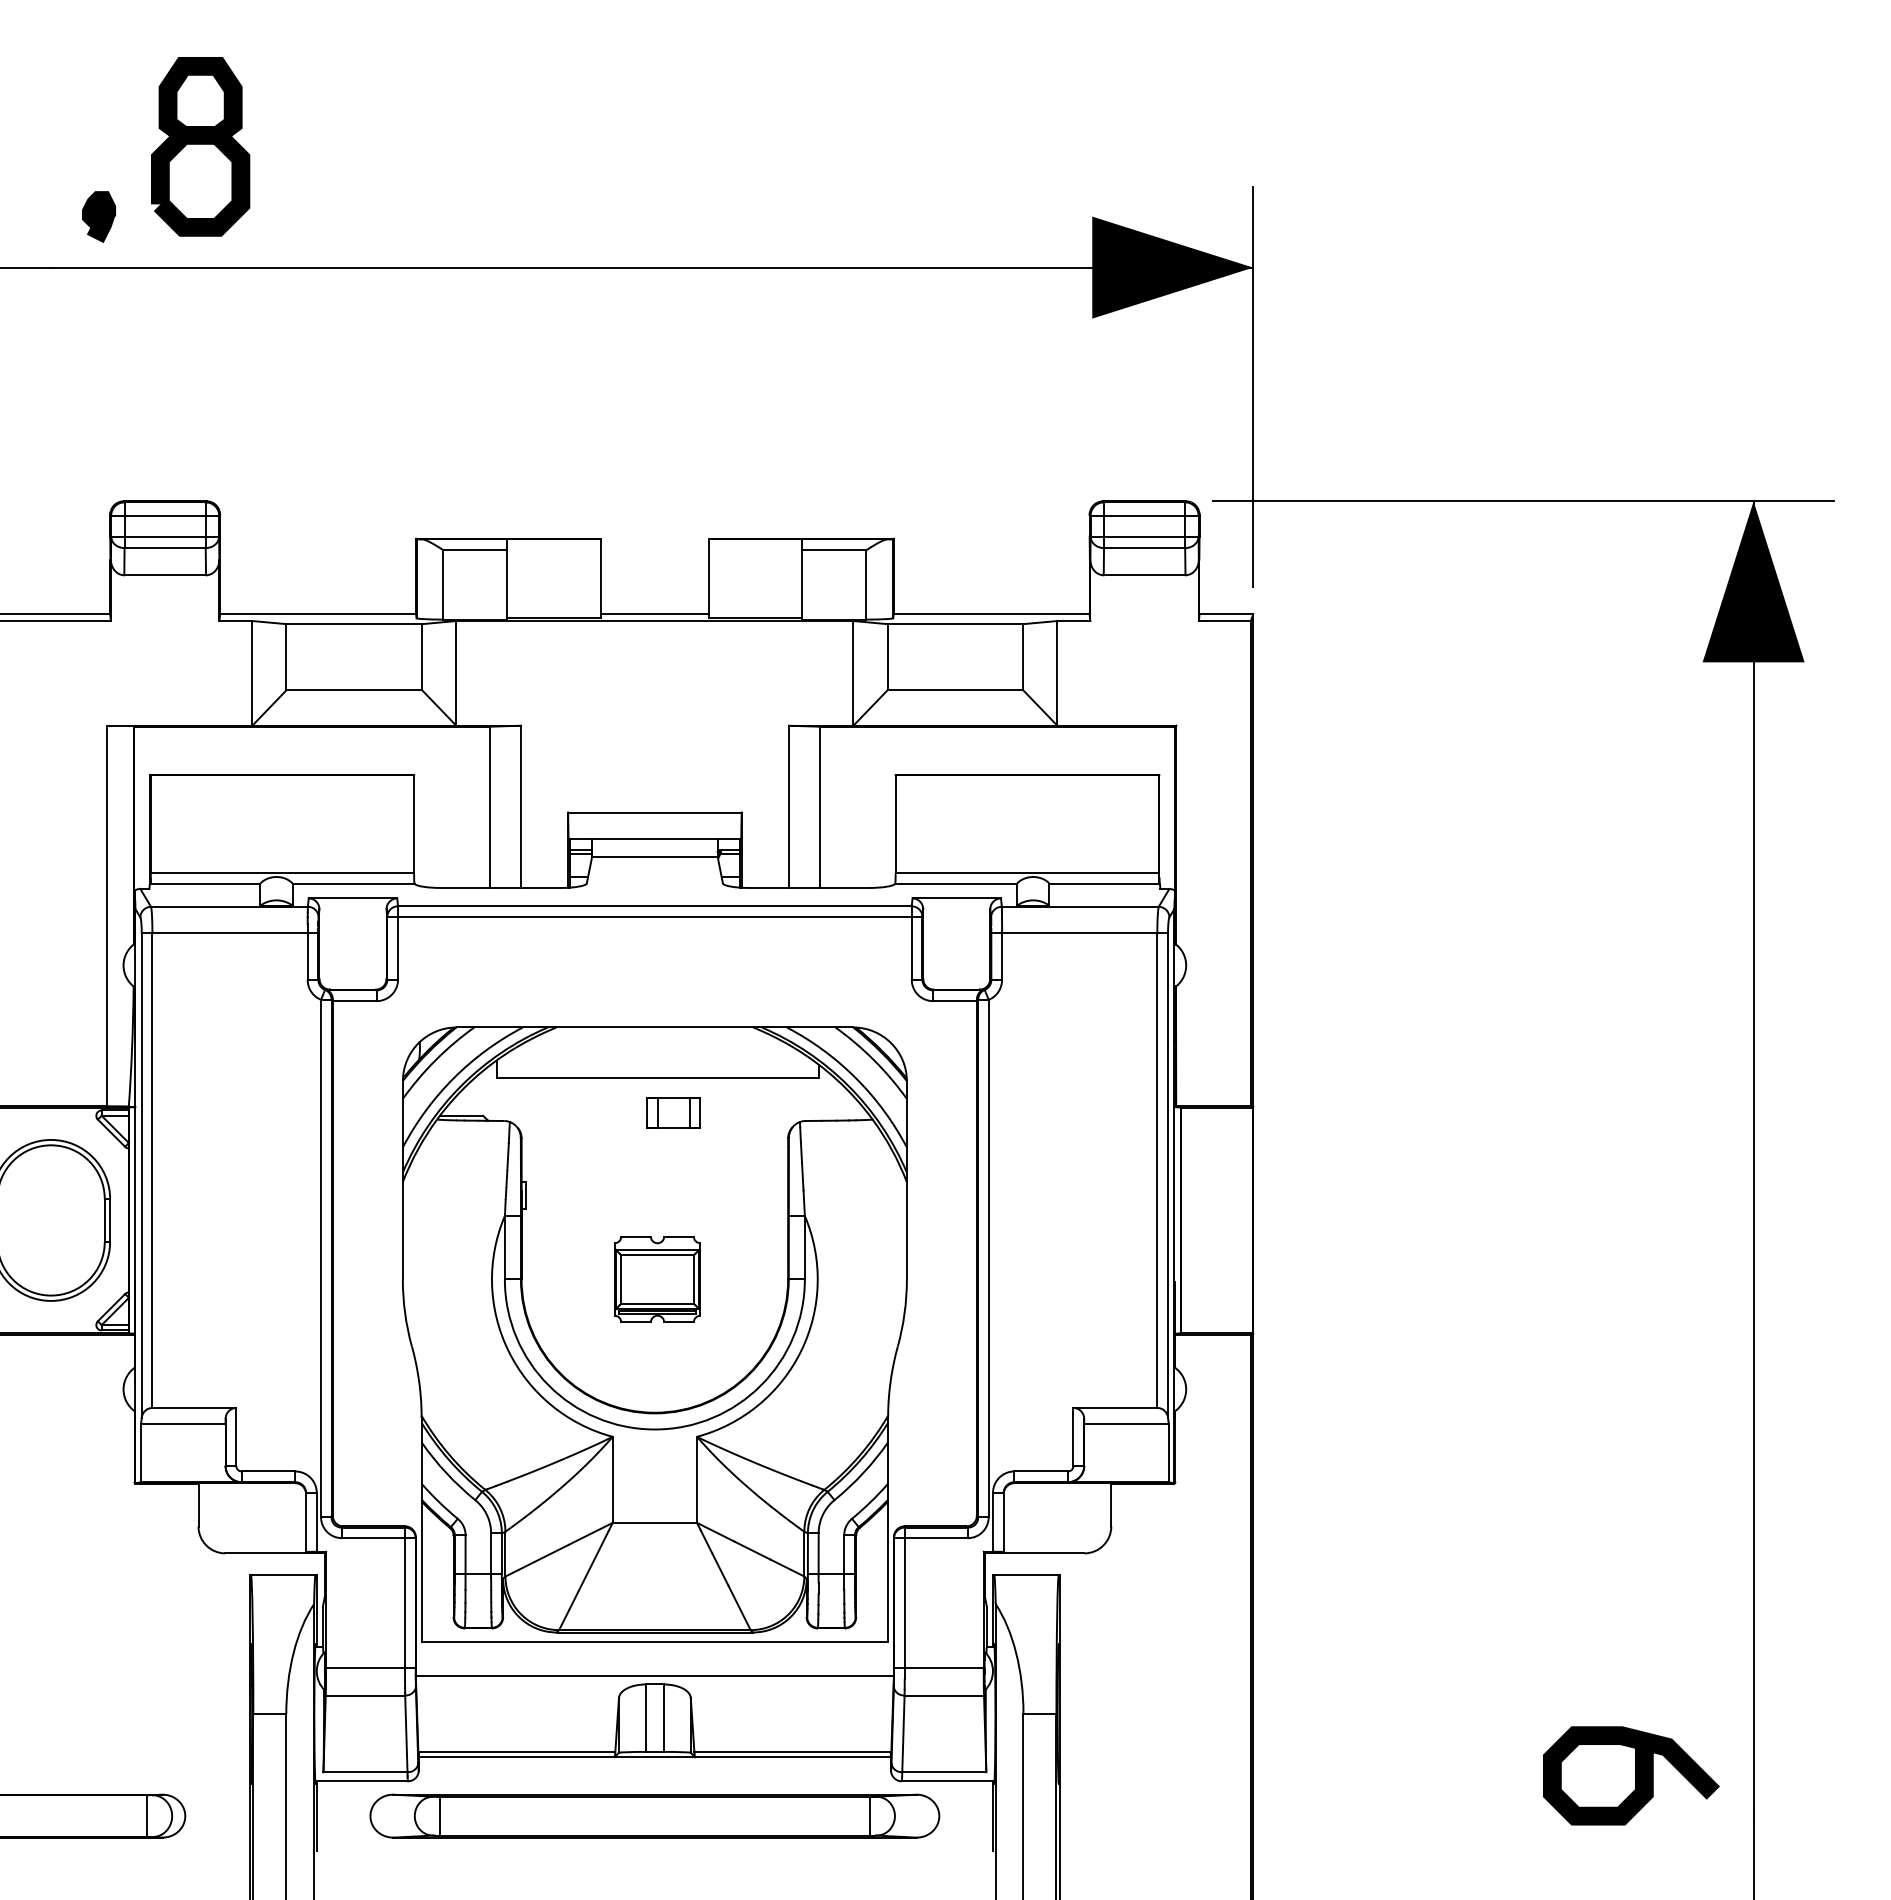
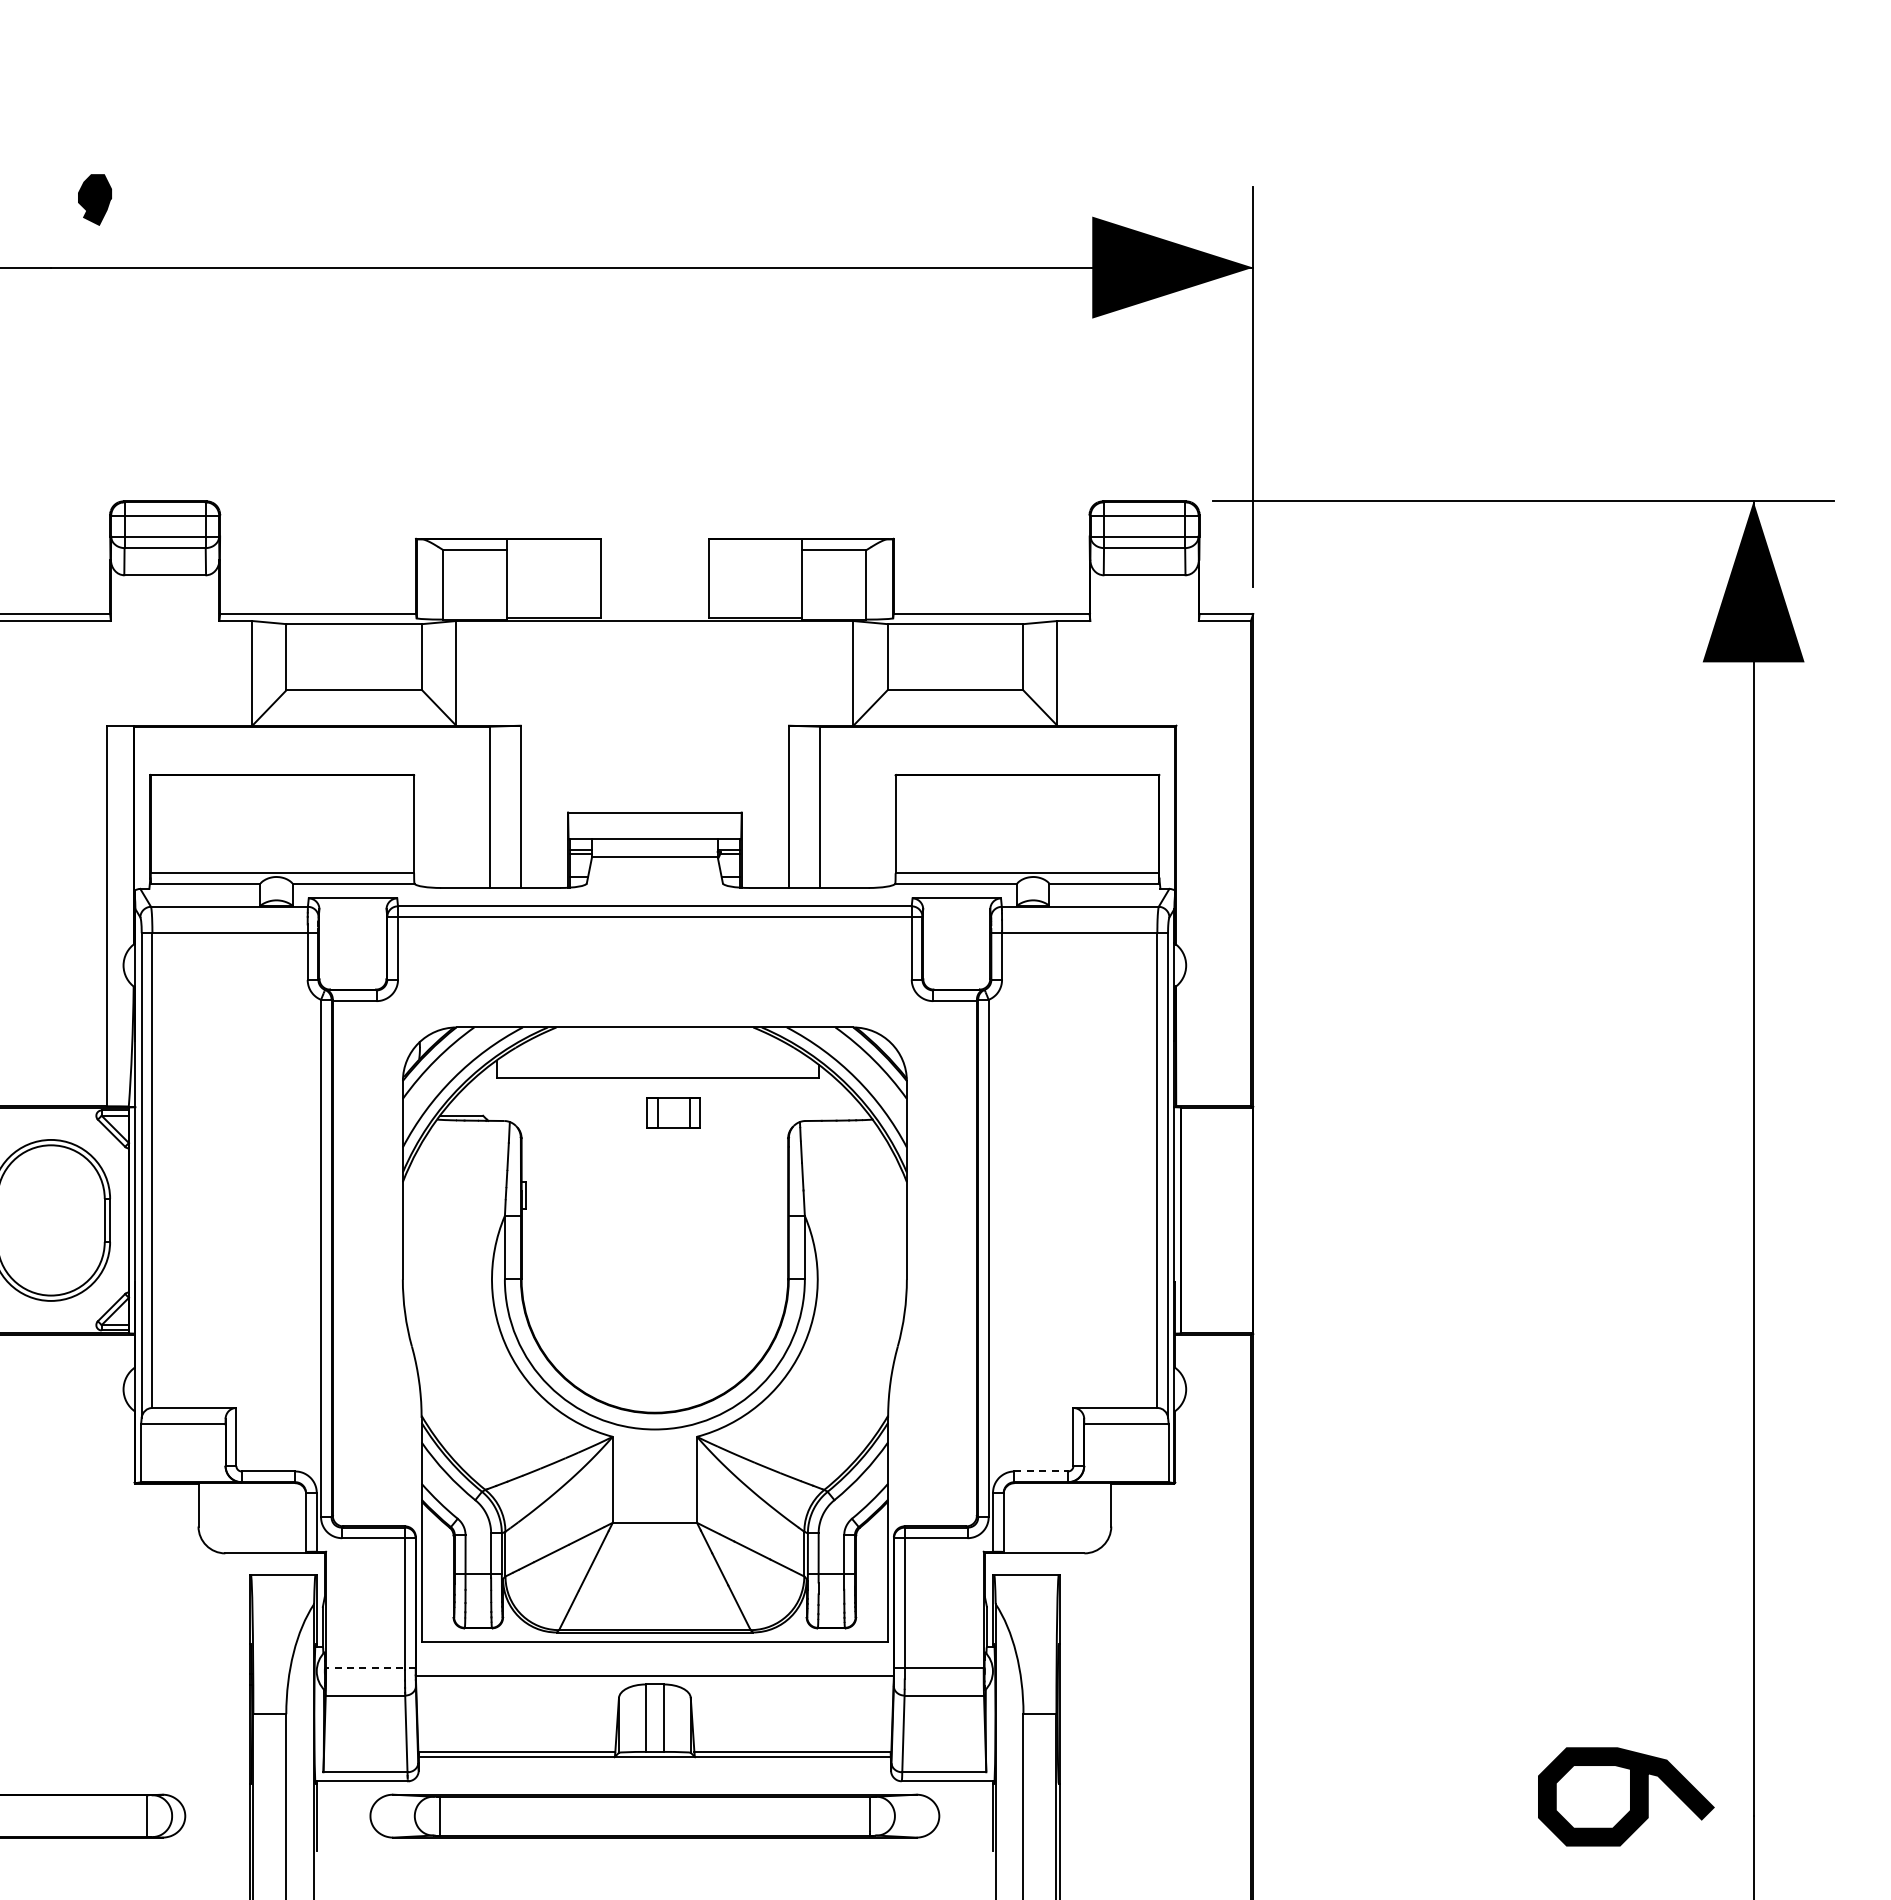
part at (200, 146): present -> none
part at (98, 216) position: (98, 216) -> (94, 199)
line at (654, 614): present -> none
part at (657, 1279): present -> none
line at (1041, 1471): solid -> dashed
line at (370, 1667): solid -> dashed
curve at (1635, 1775) position: (1635, 1775) -> (1630, 1796)
